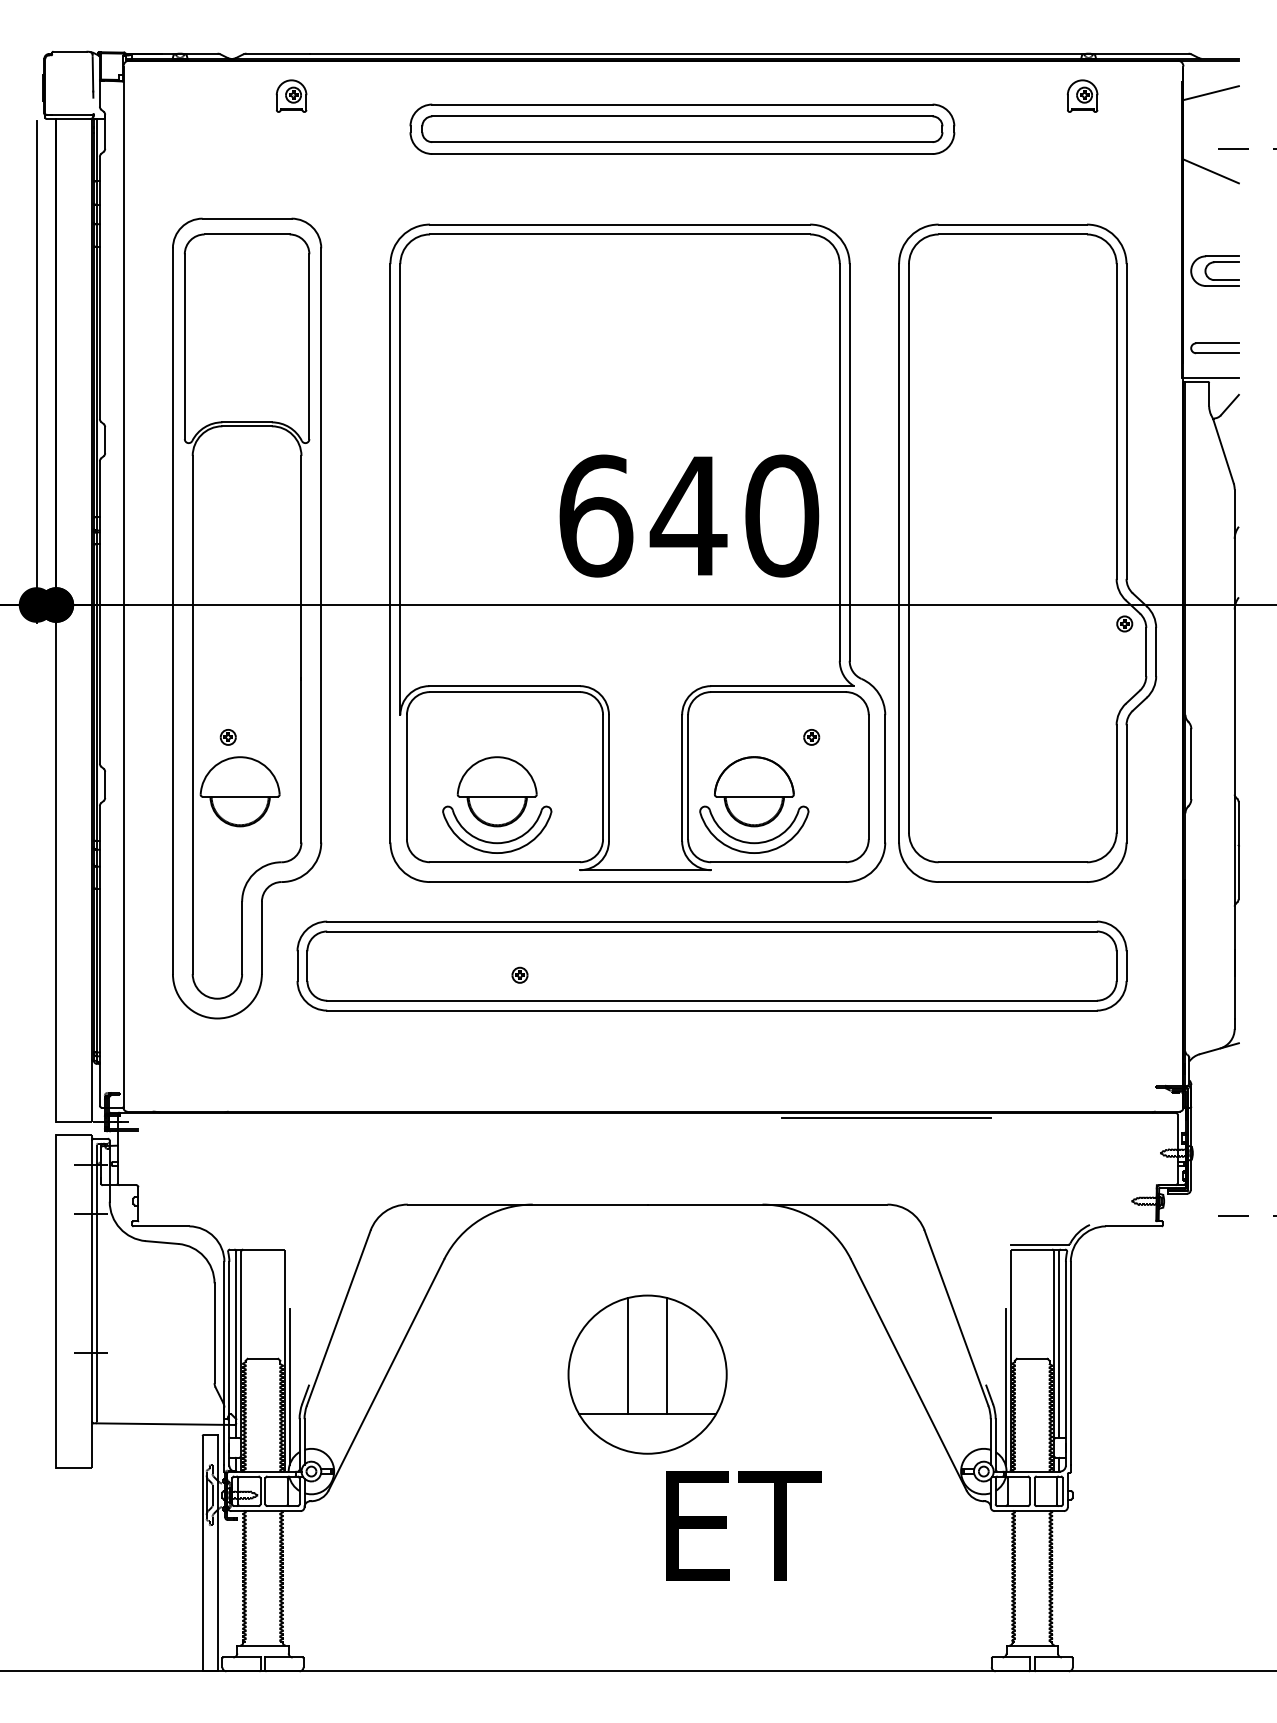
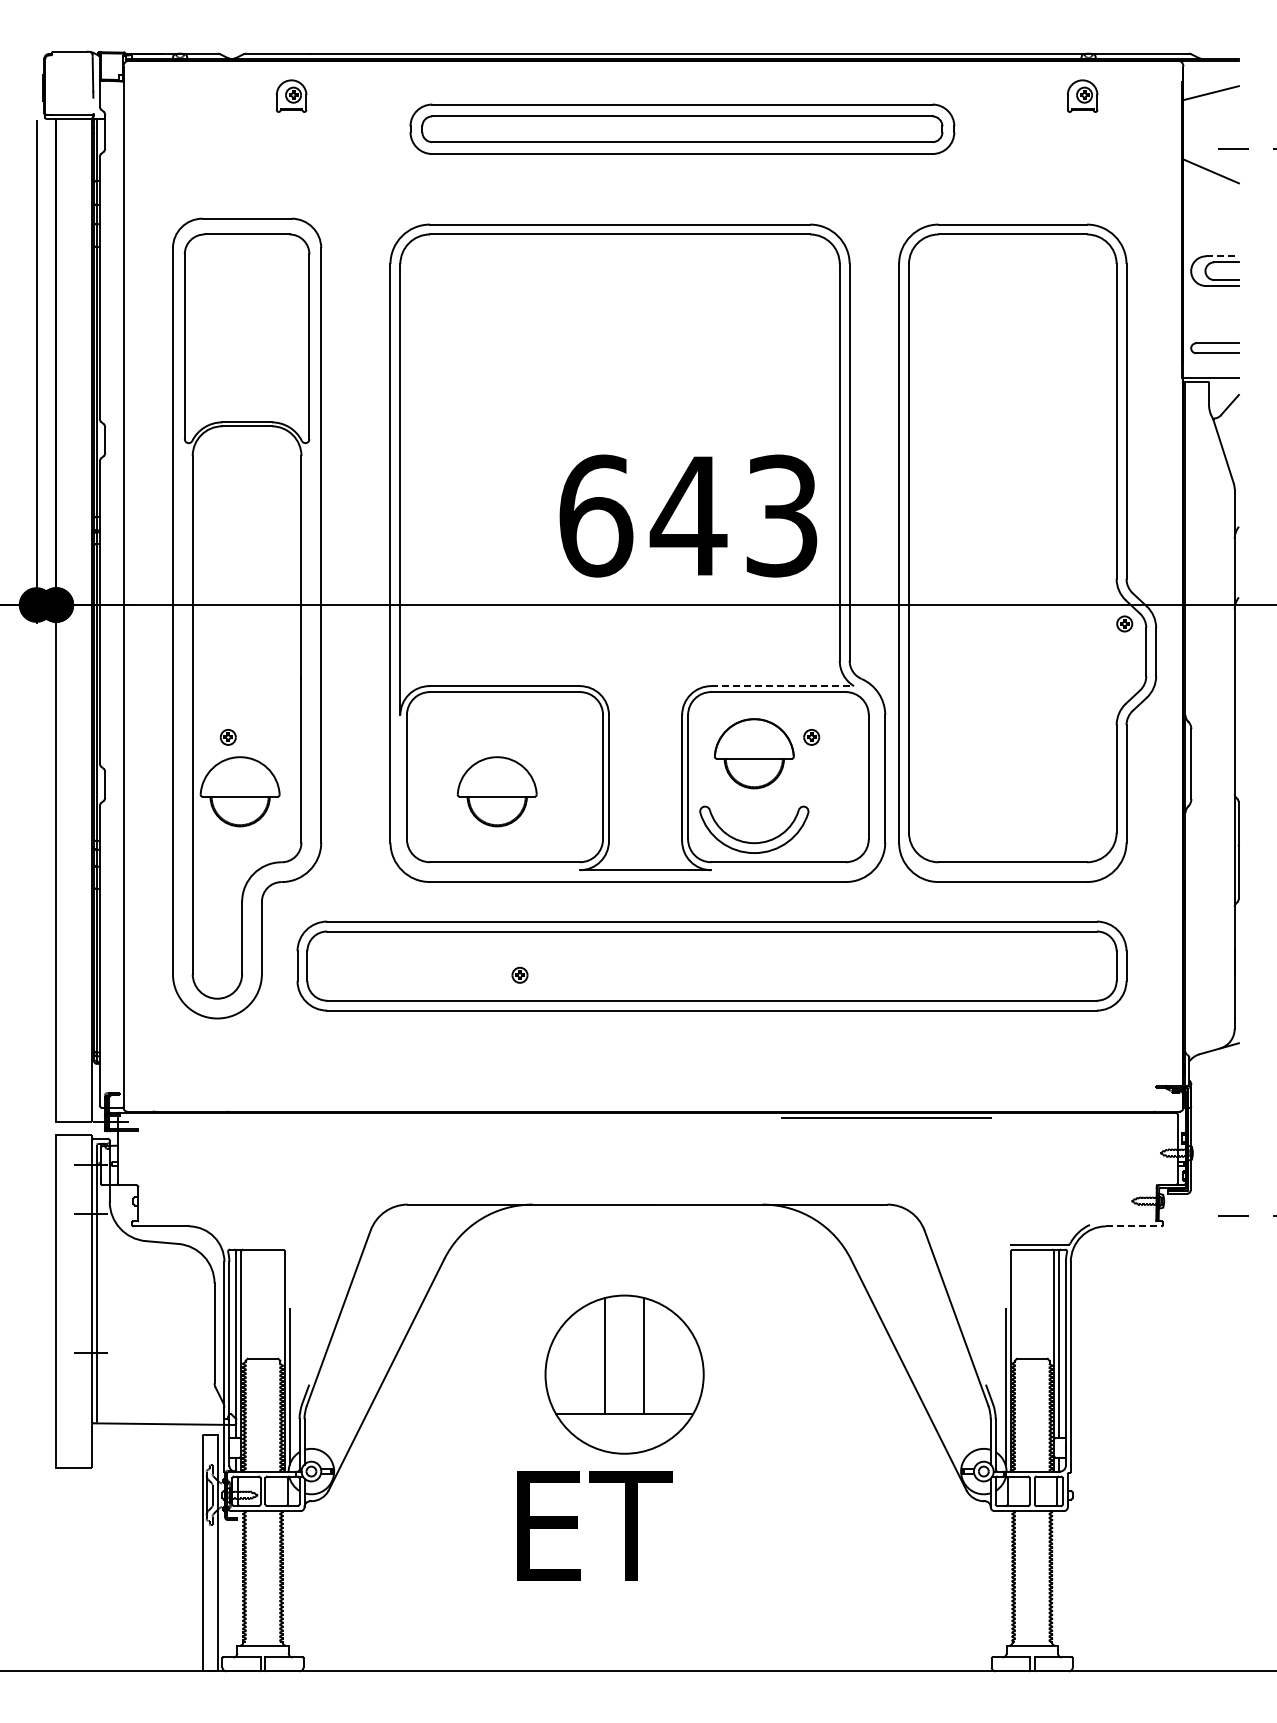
line at (1222, 256): solid -> dashed
text at (782, 515): 640 -> 643
line at (783, 686): solid -> dashed
part at (753, 791) position: (753, 791) -> (753, 753)
part at (497, 842): present -> none
line at (1133, 1226): solid -> dashed
part at (647, 1374) position: (647, 1374) -> (624, 1374)
text at (743, 1525) position: (743, 1525) -> (594, 1525)
